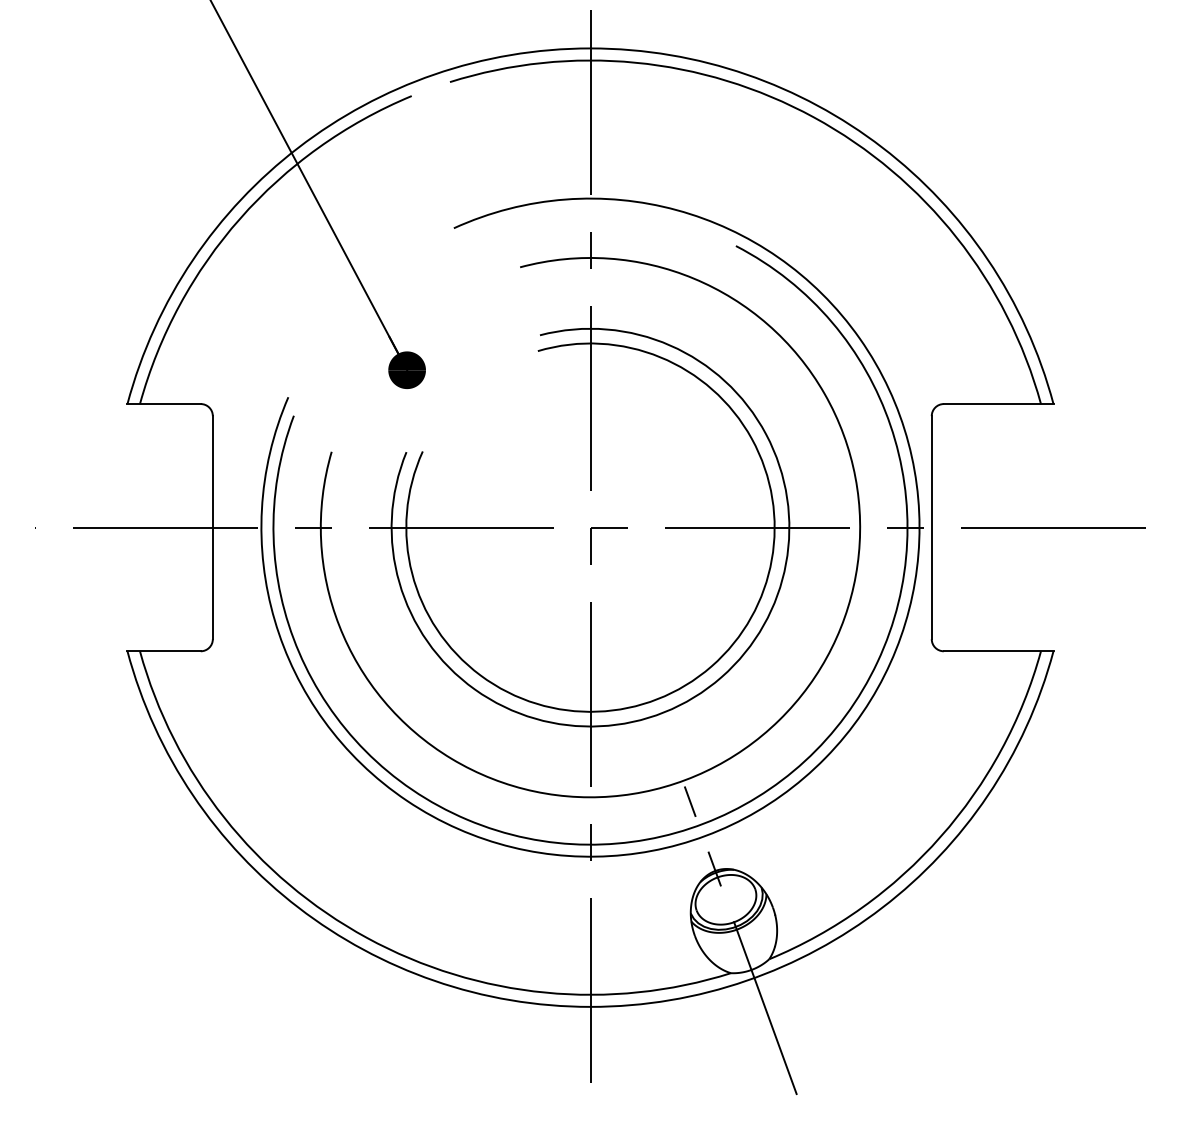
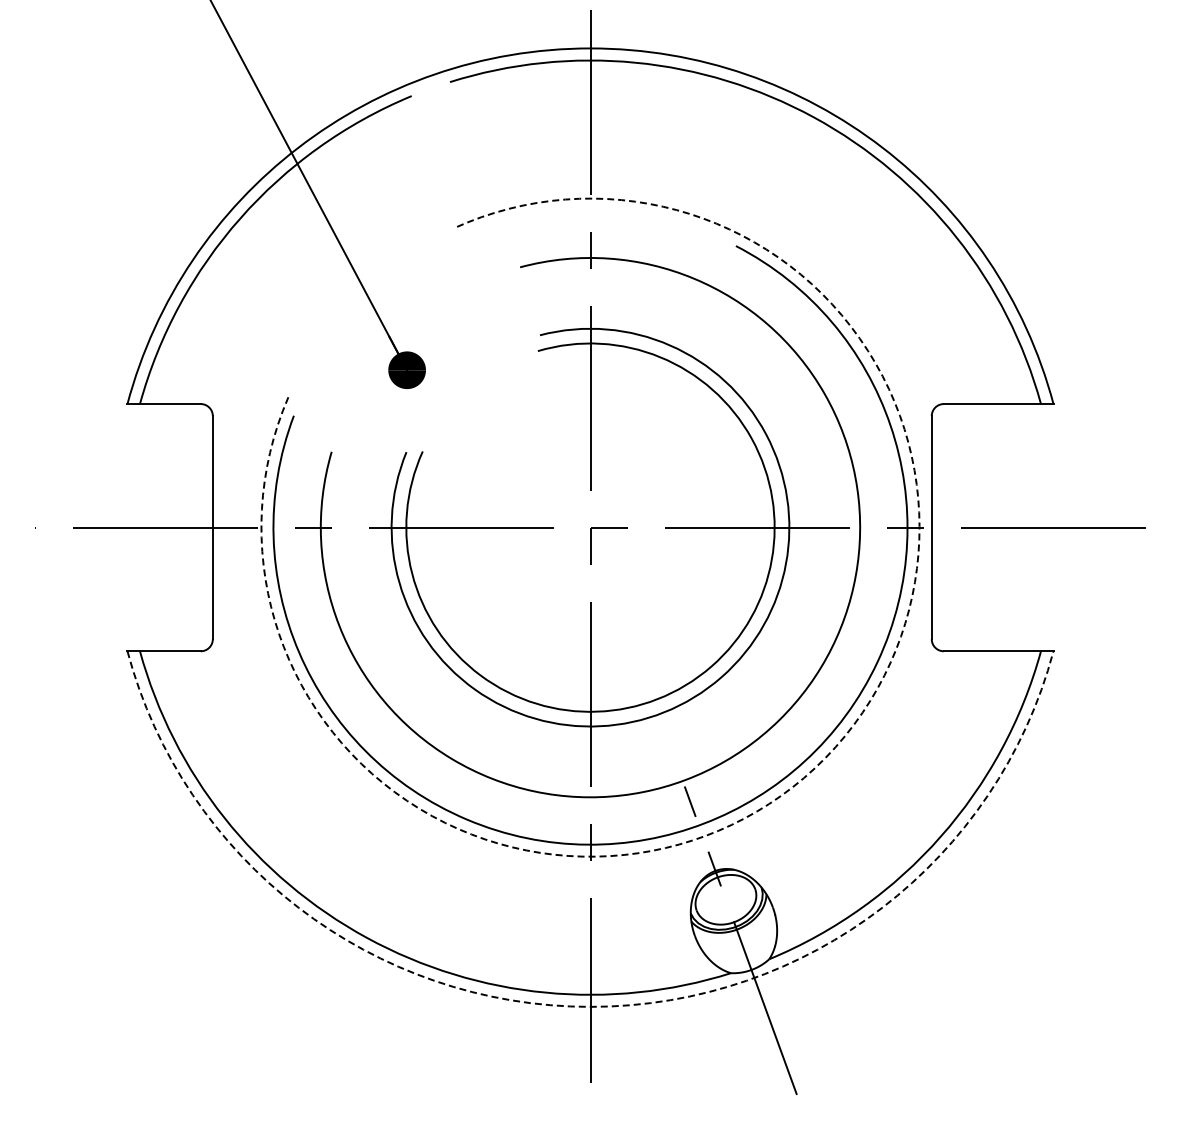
arc at (825, 757): solid -> dashed
arc at (590, 1006): solid -> dashed
